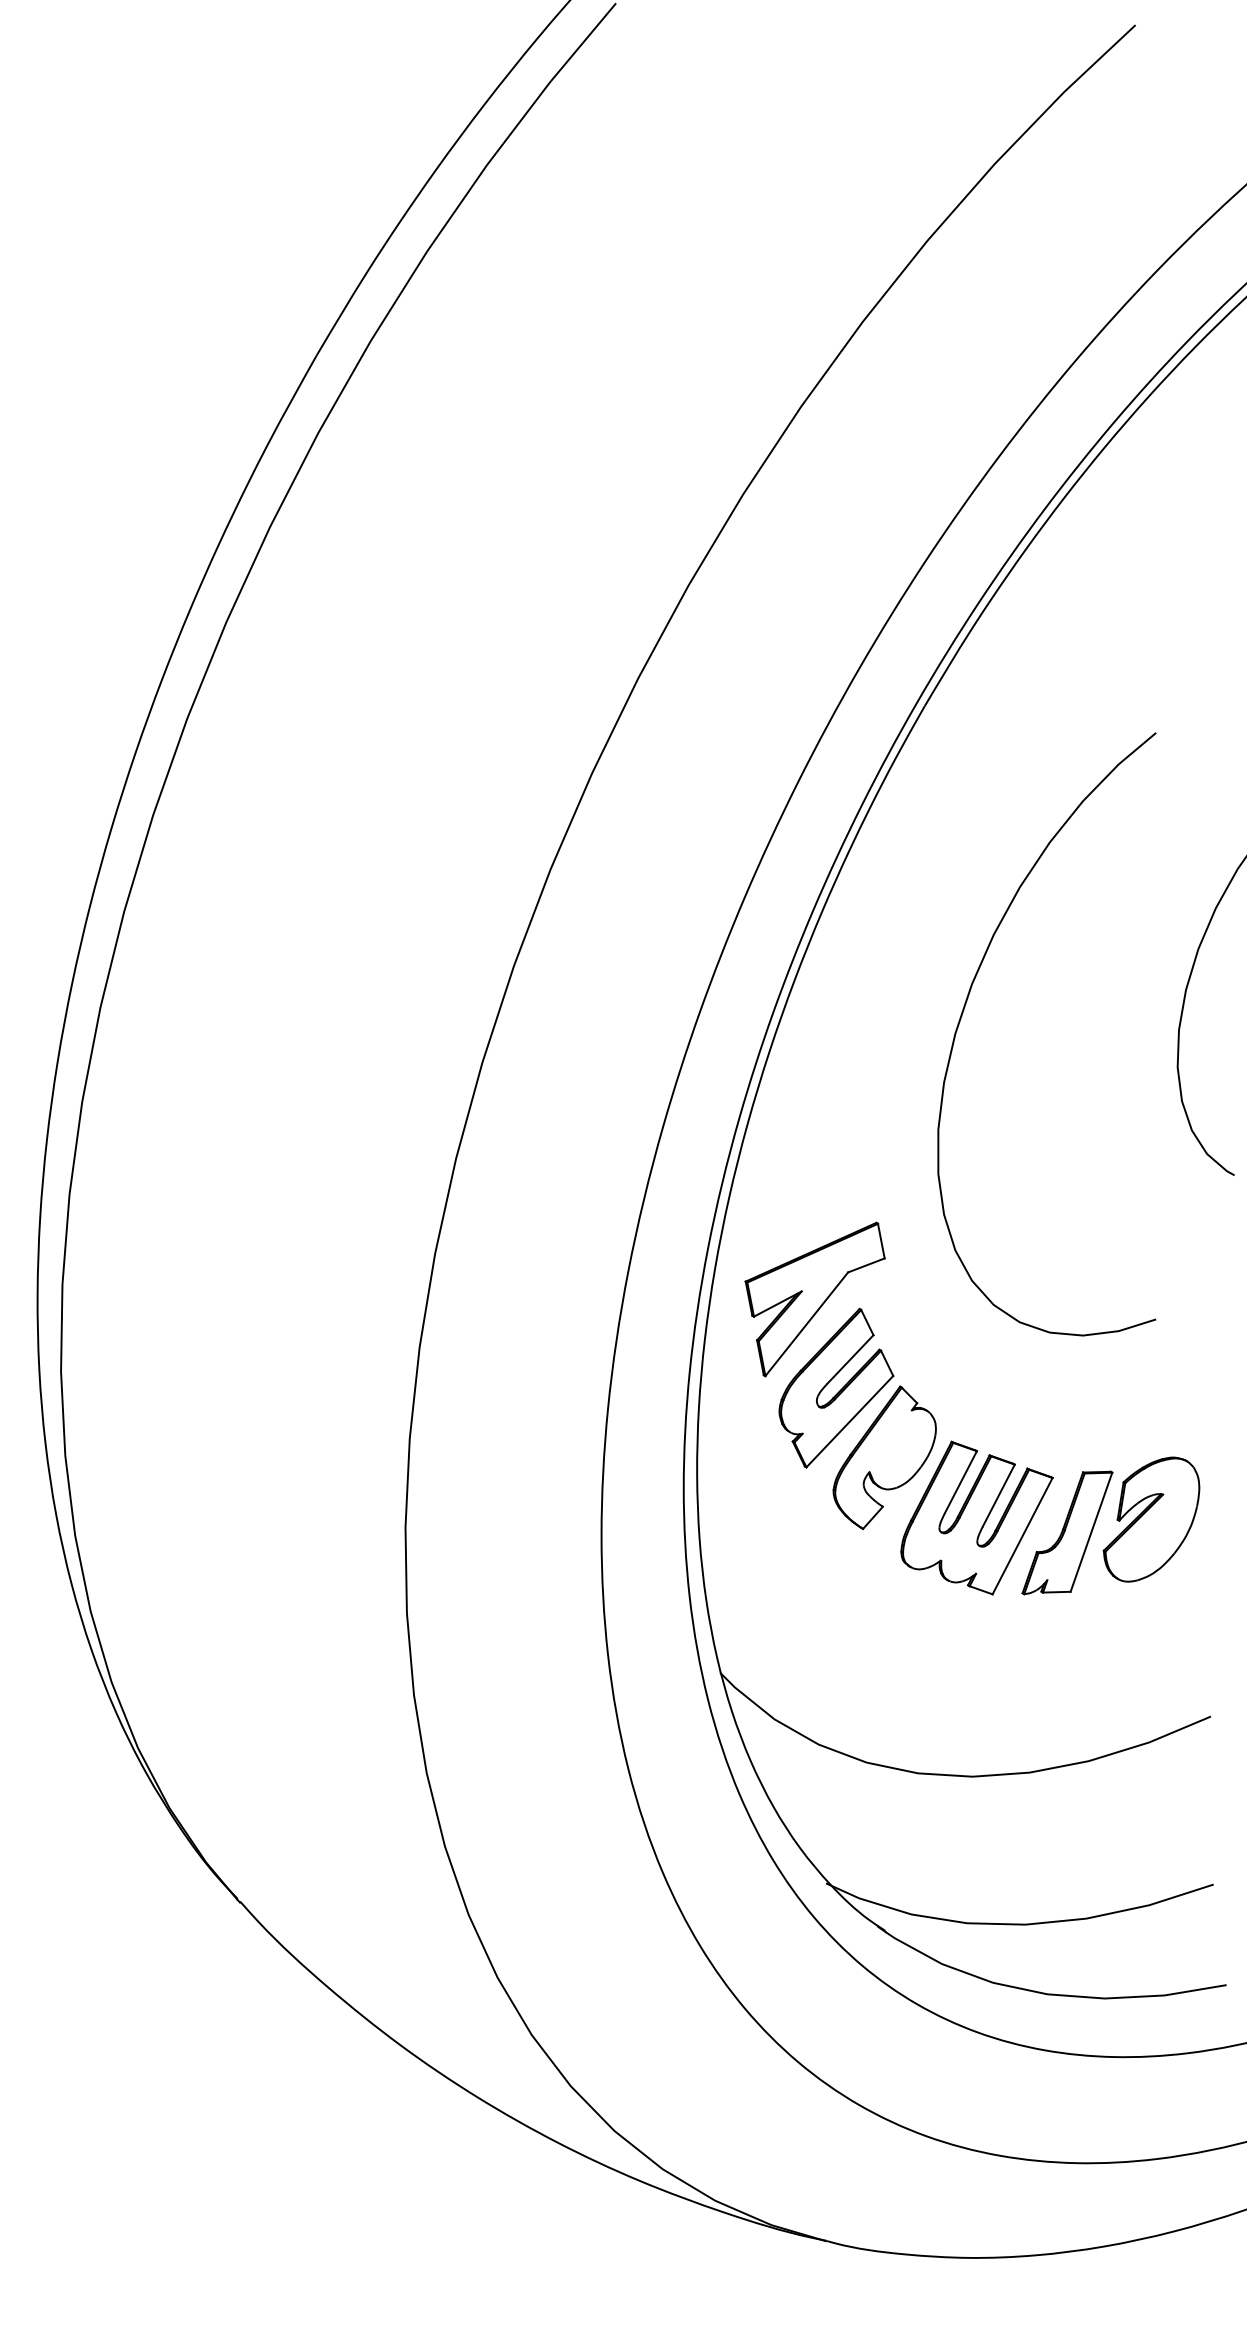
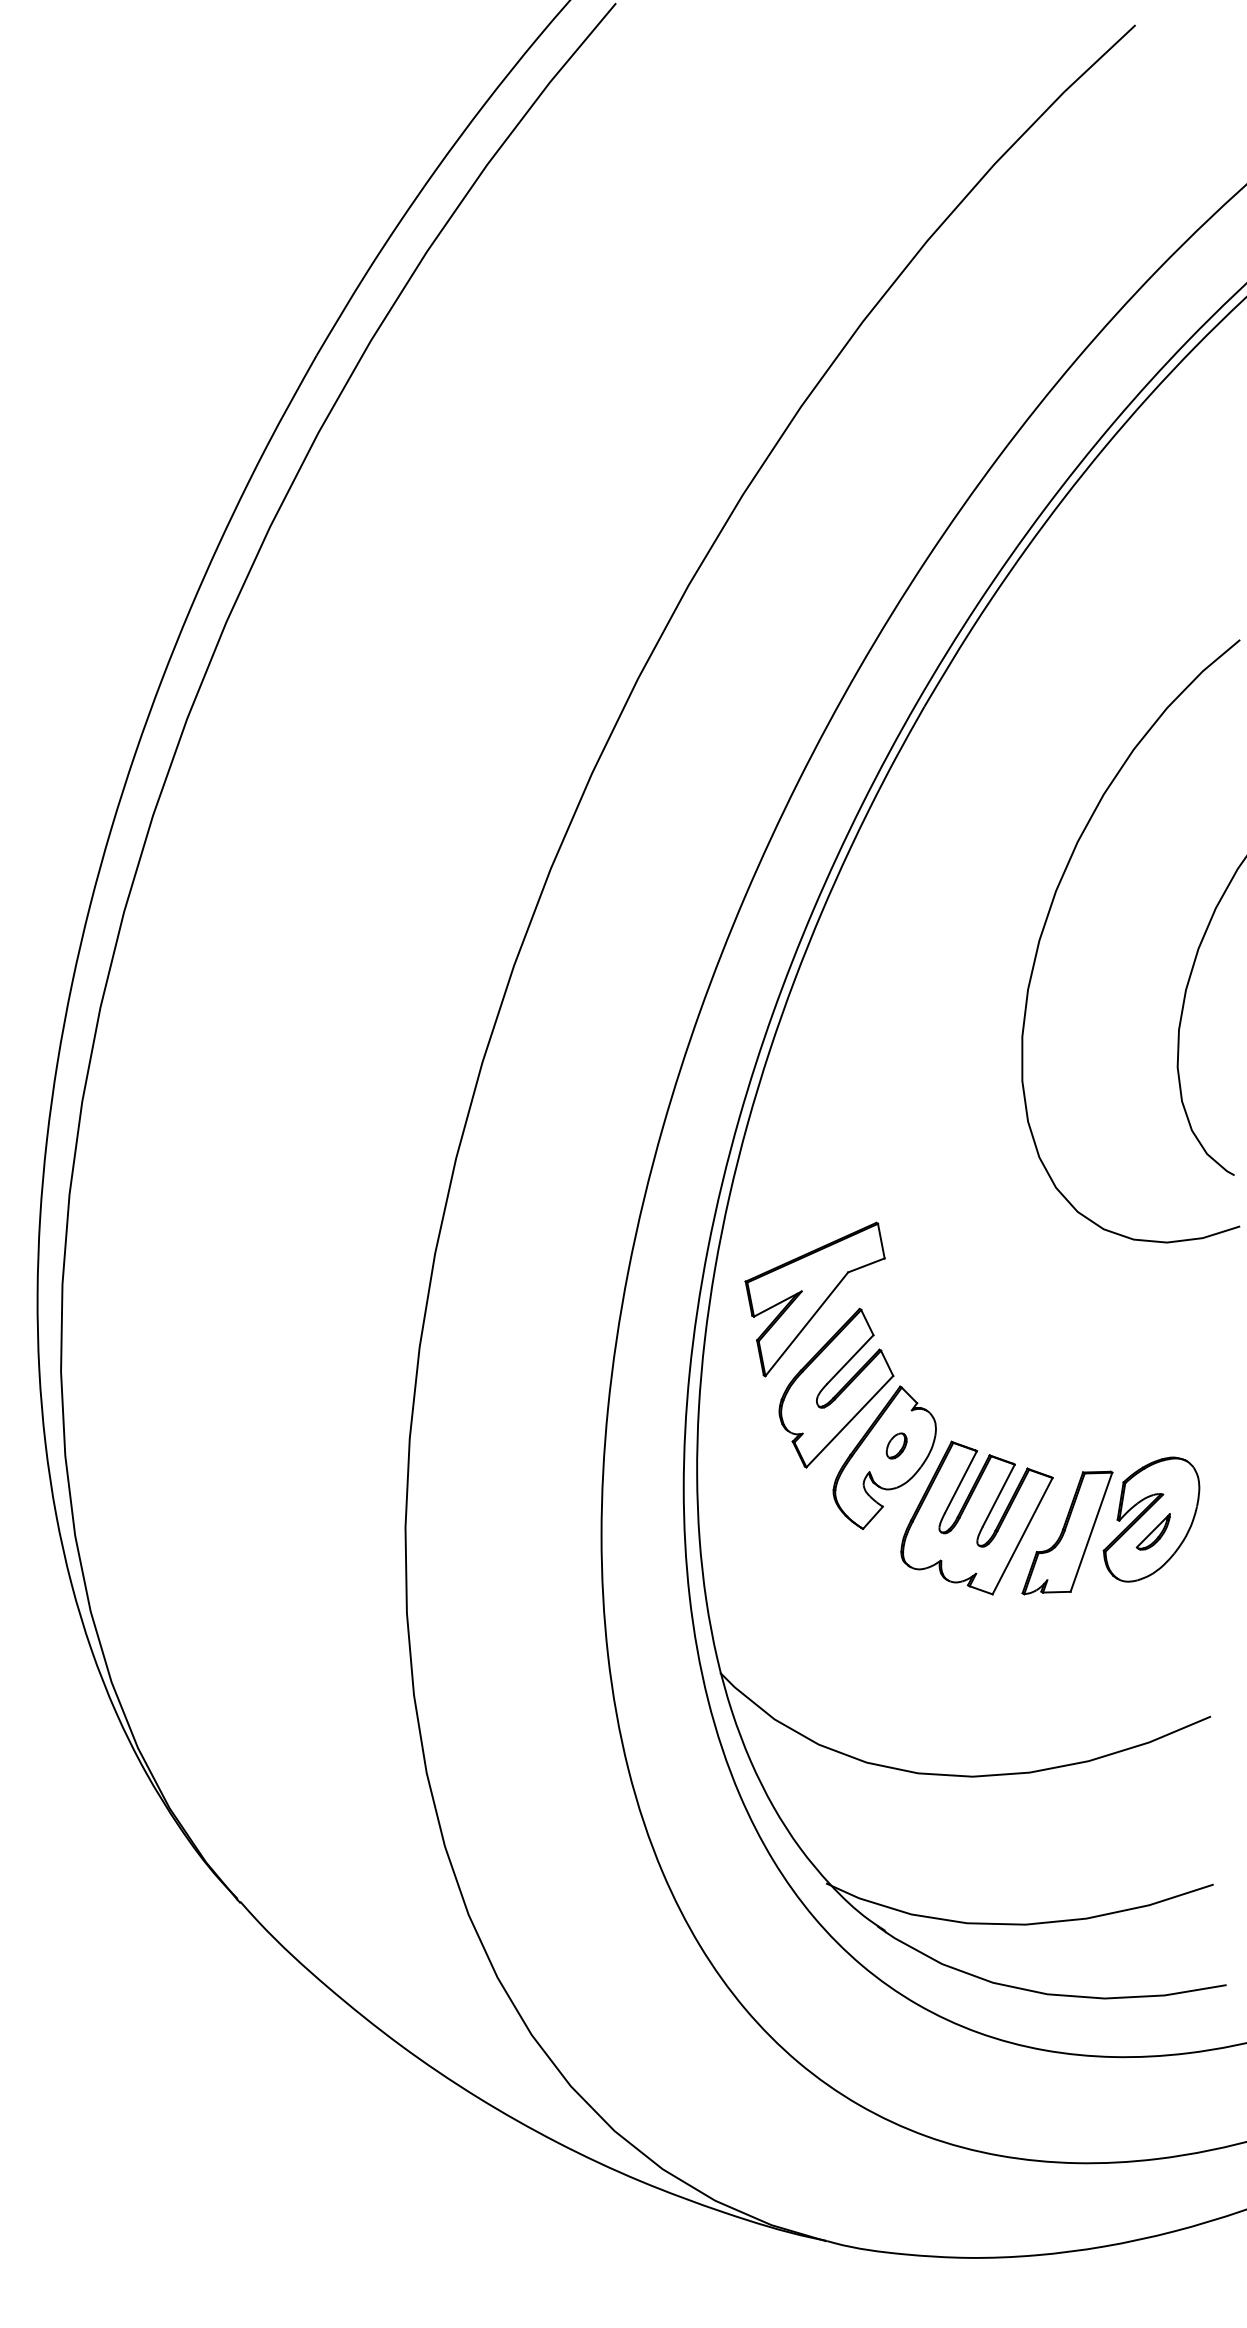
curve at (965, 1007) position: (965, 1007) -> (1049, 914)
part at (896, 1445): none -> present
part at (1152, 1531): none -> present
